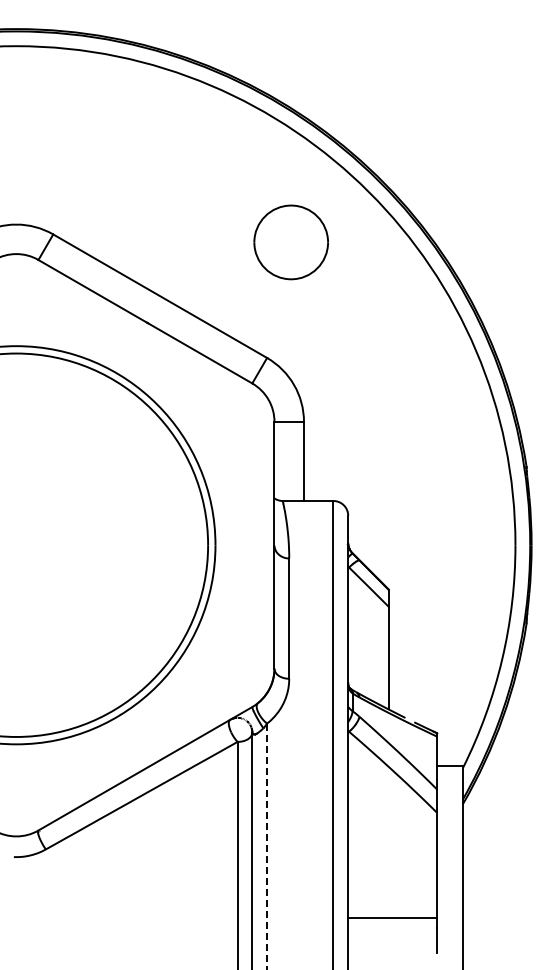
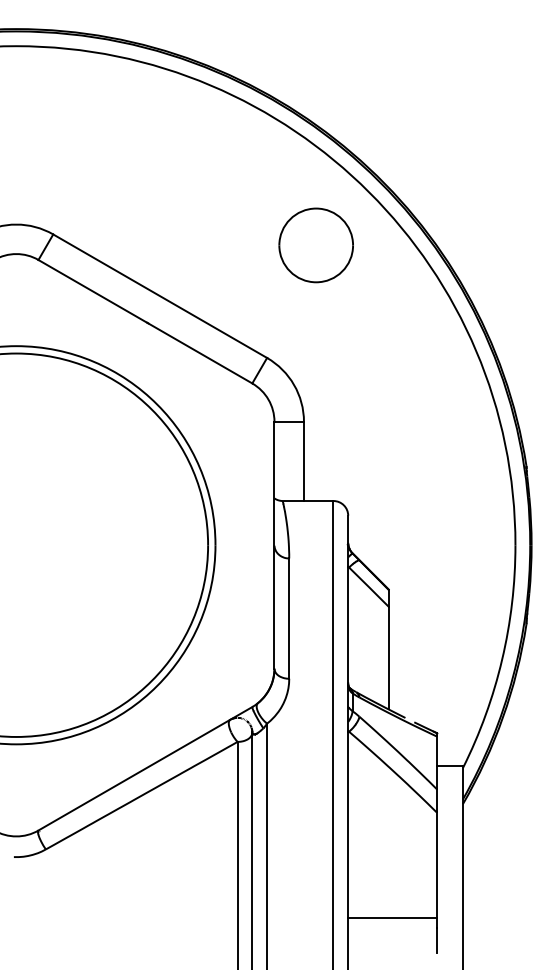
part at (290, 242) position: (290, 242) -> (315, 245)
line at (267, 846): dashed -> solid
